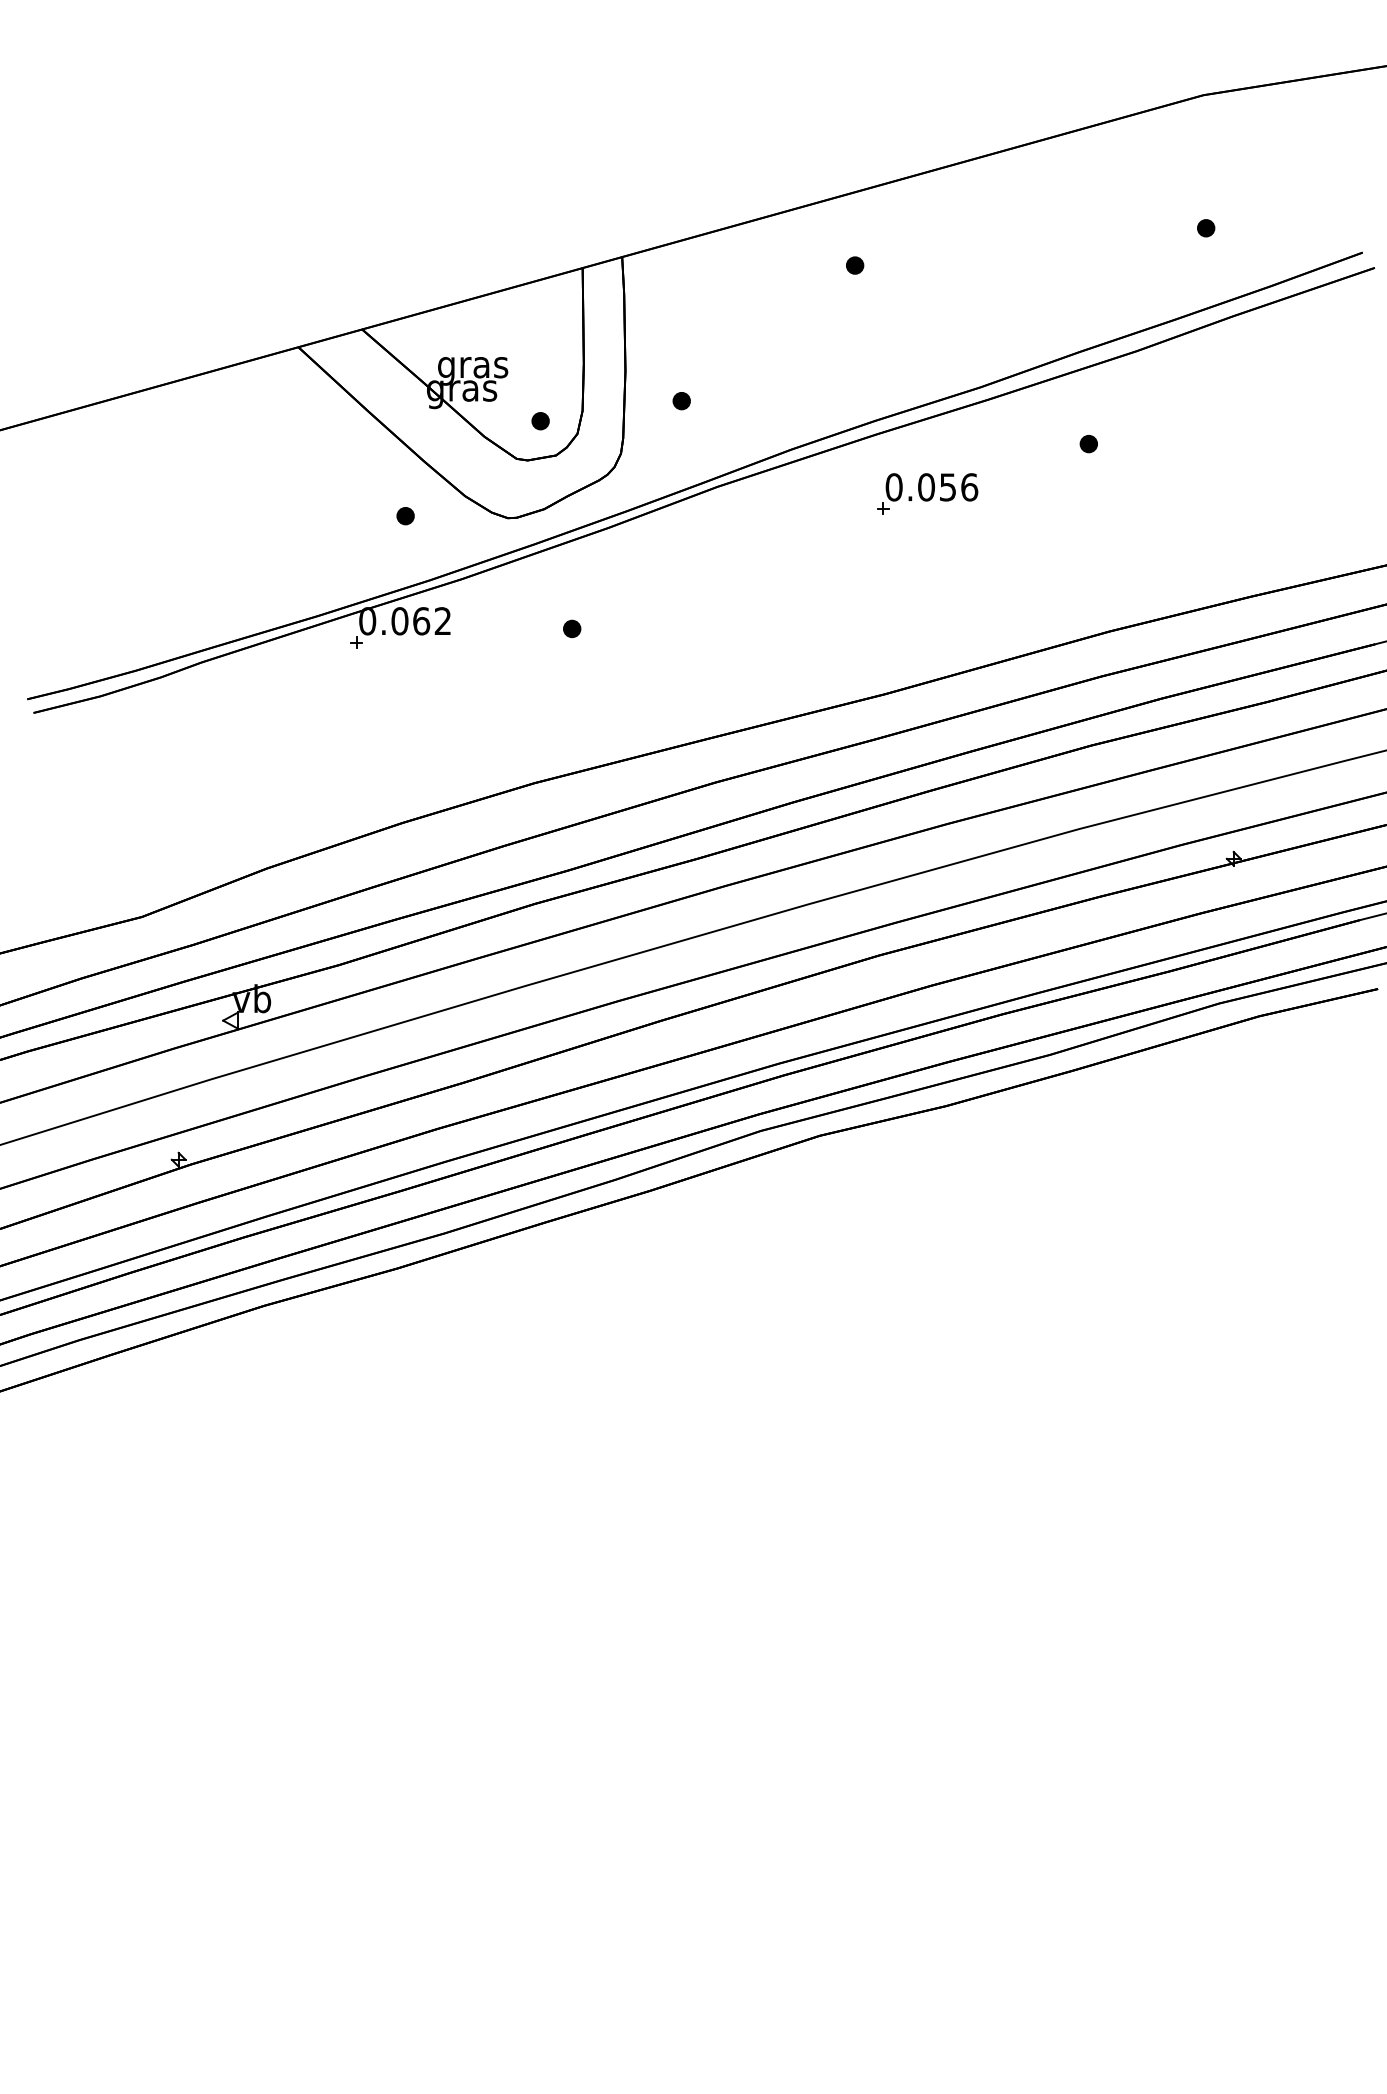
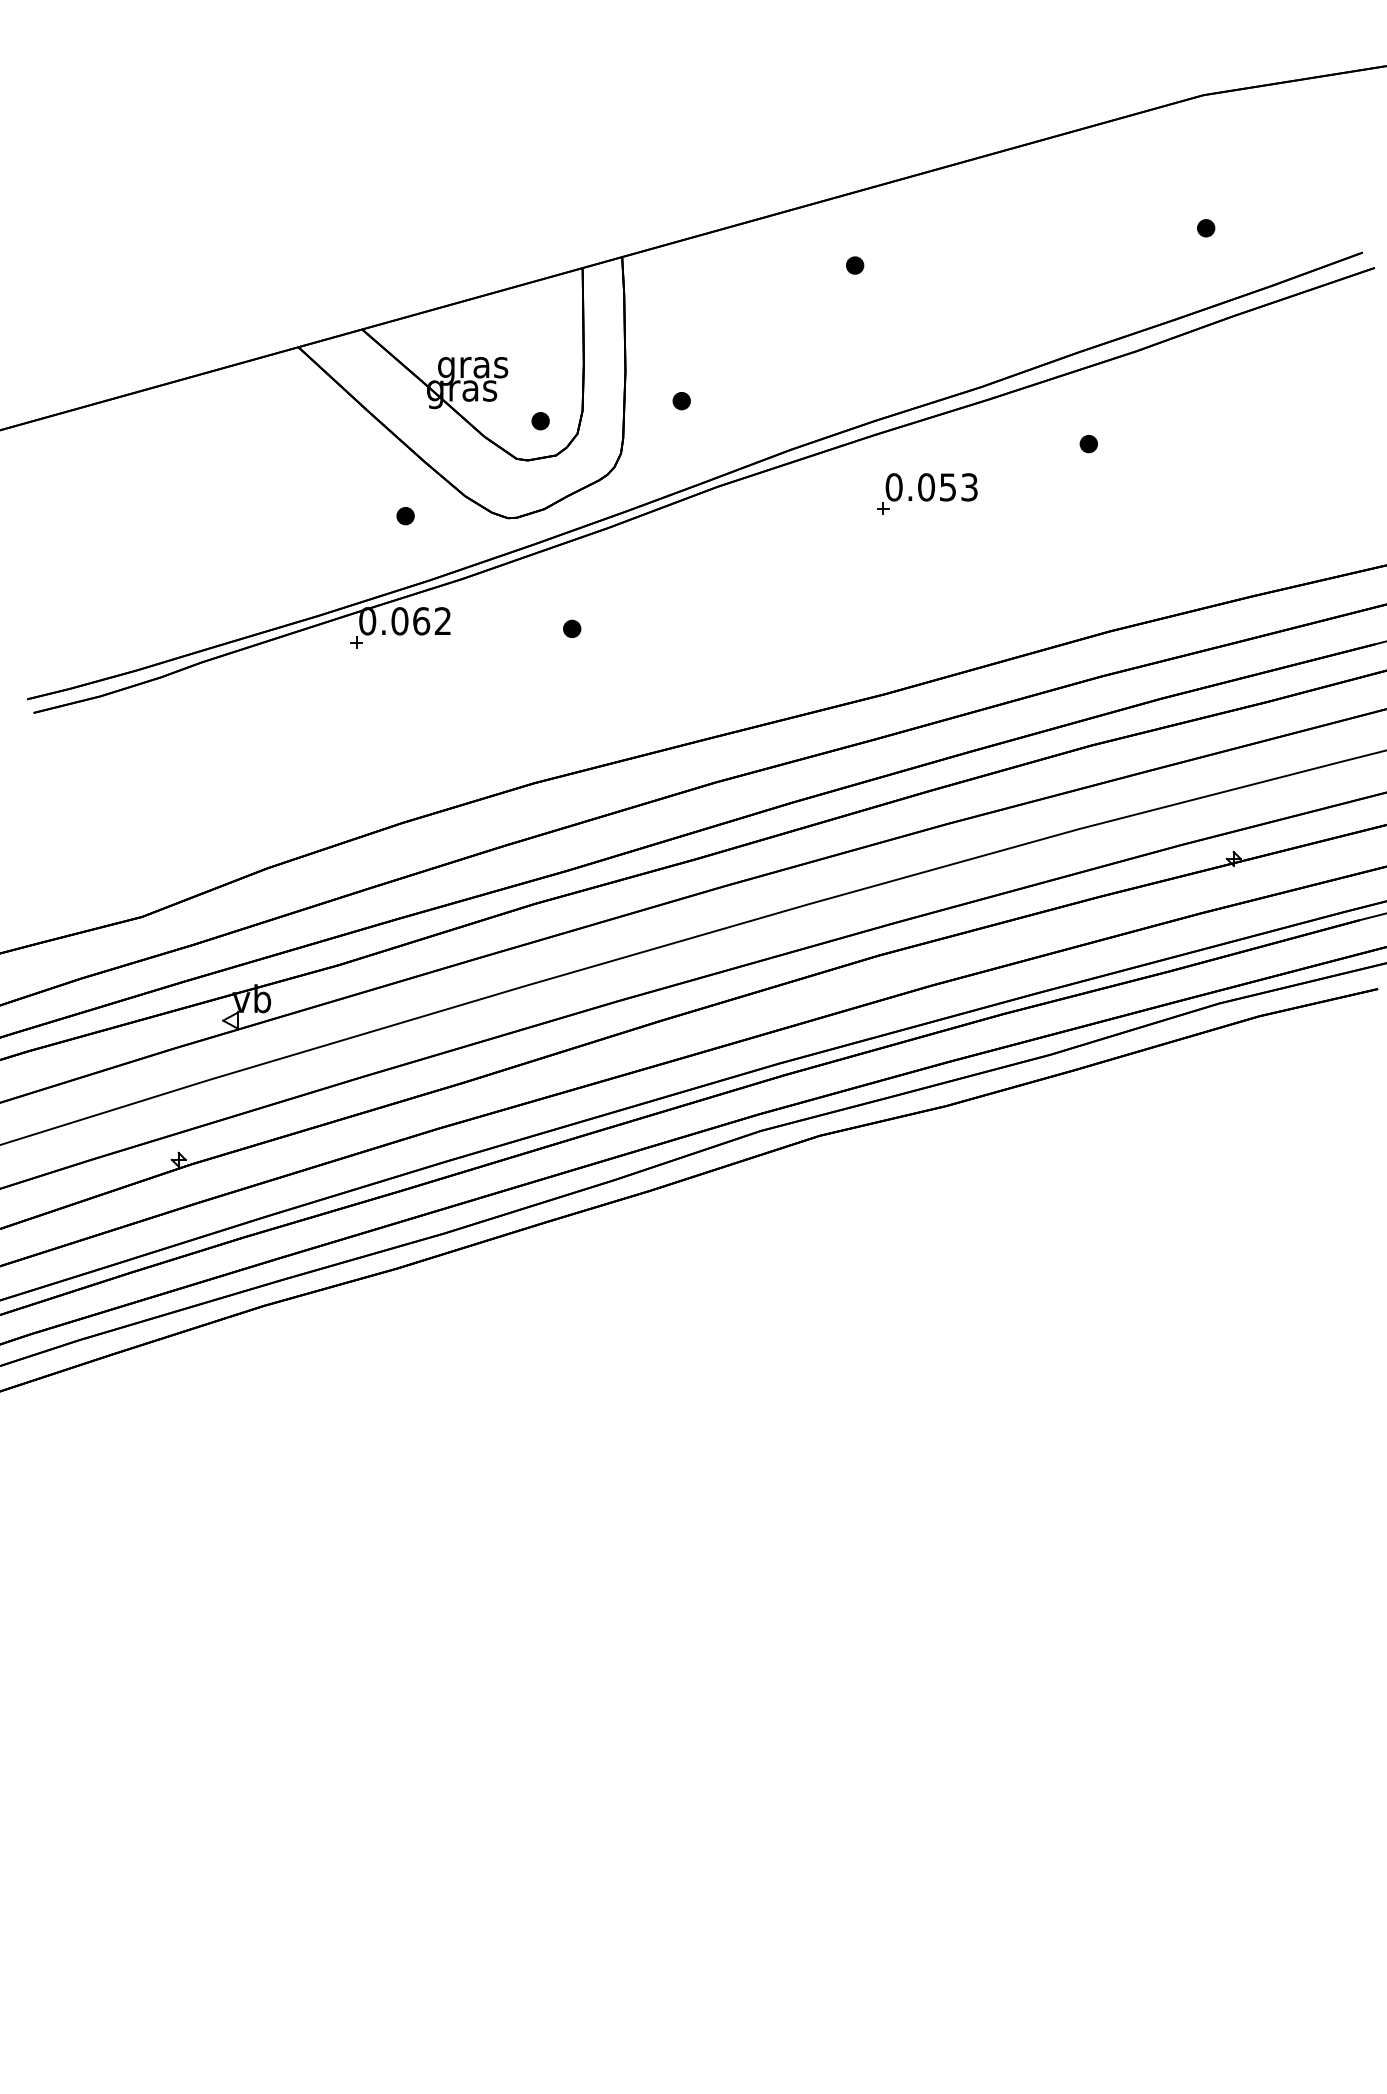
text at (969, 487): 0.056 -> 0.053
